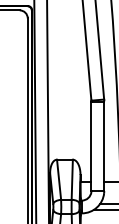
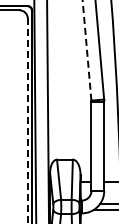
line at (86, 49): solid -> dashed
line at (27, 121): solid -> dashed
